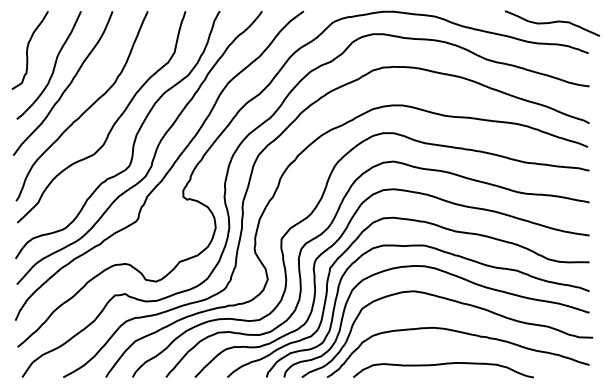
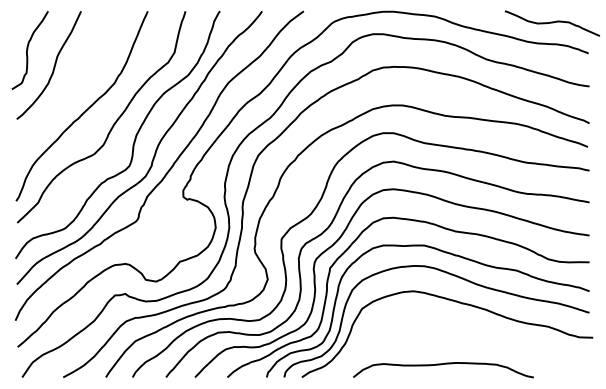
curve at (67, 85): present -> none
curve at (461, 333): present -> none
